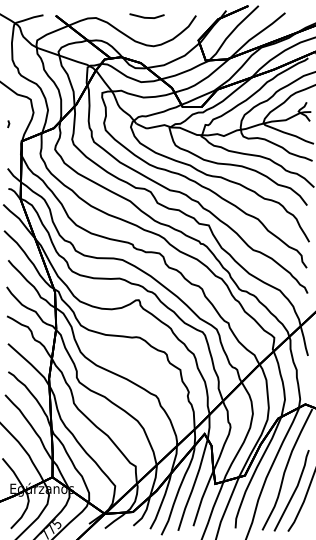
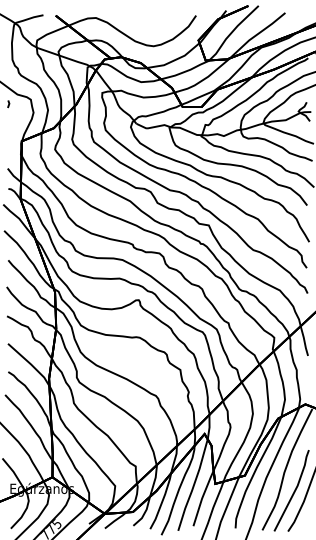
line at (145, 16): present -> none
line at (8, 124) position: (8, 124) -> (8, 104)
